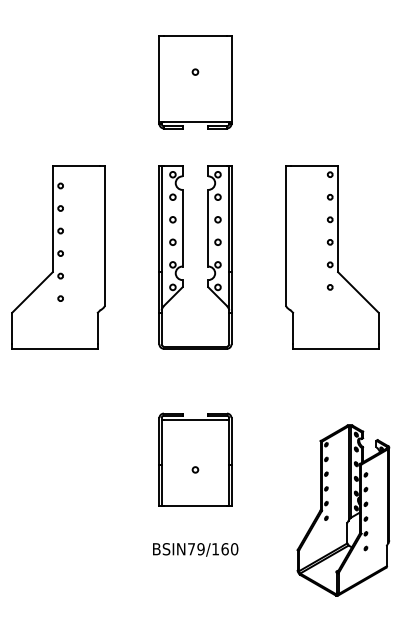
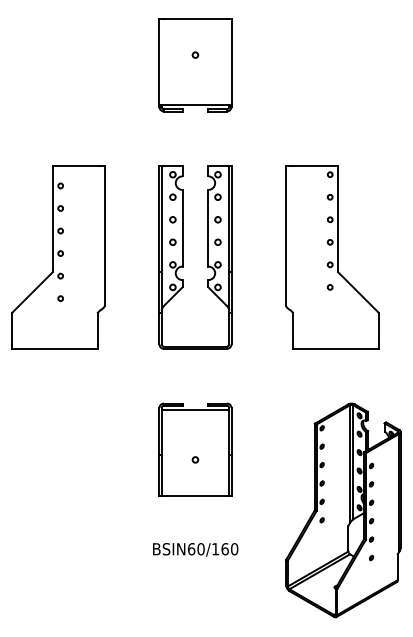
part at (195, 82) position: (195, 82) -> (195, 65)
part at (195, 459) position: (195, 459) -> (195, 449)
part at (343, 510) size: 95x173 px -> 117x217 px
text at (196, 549): BSIN79/160 -> BSIN60/160
